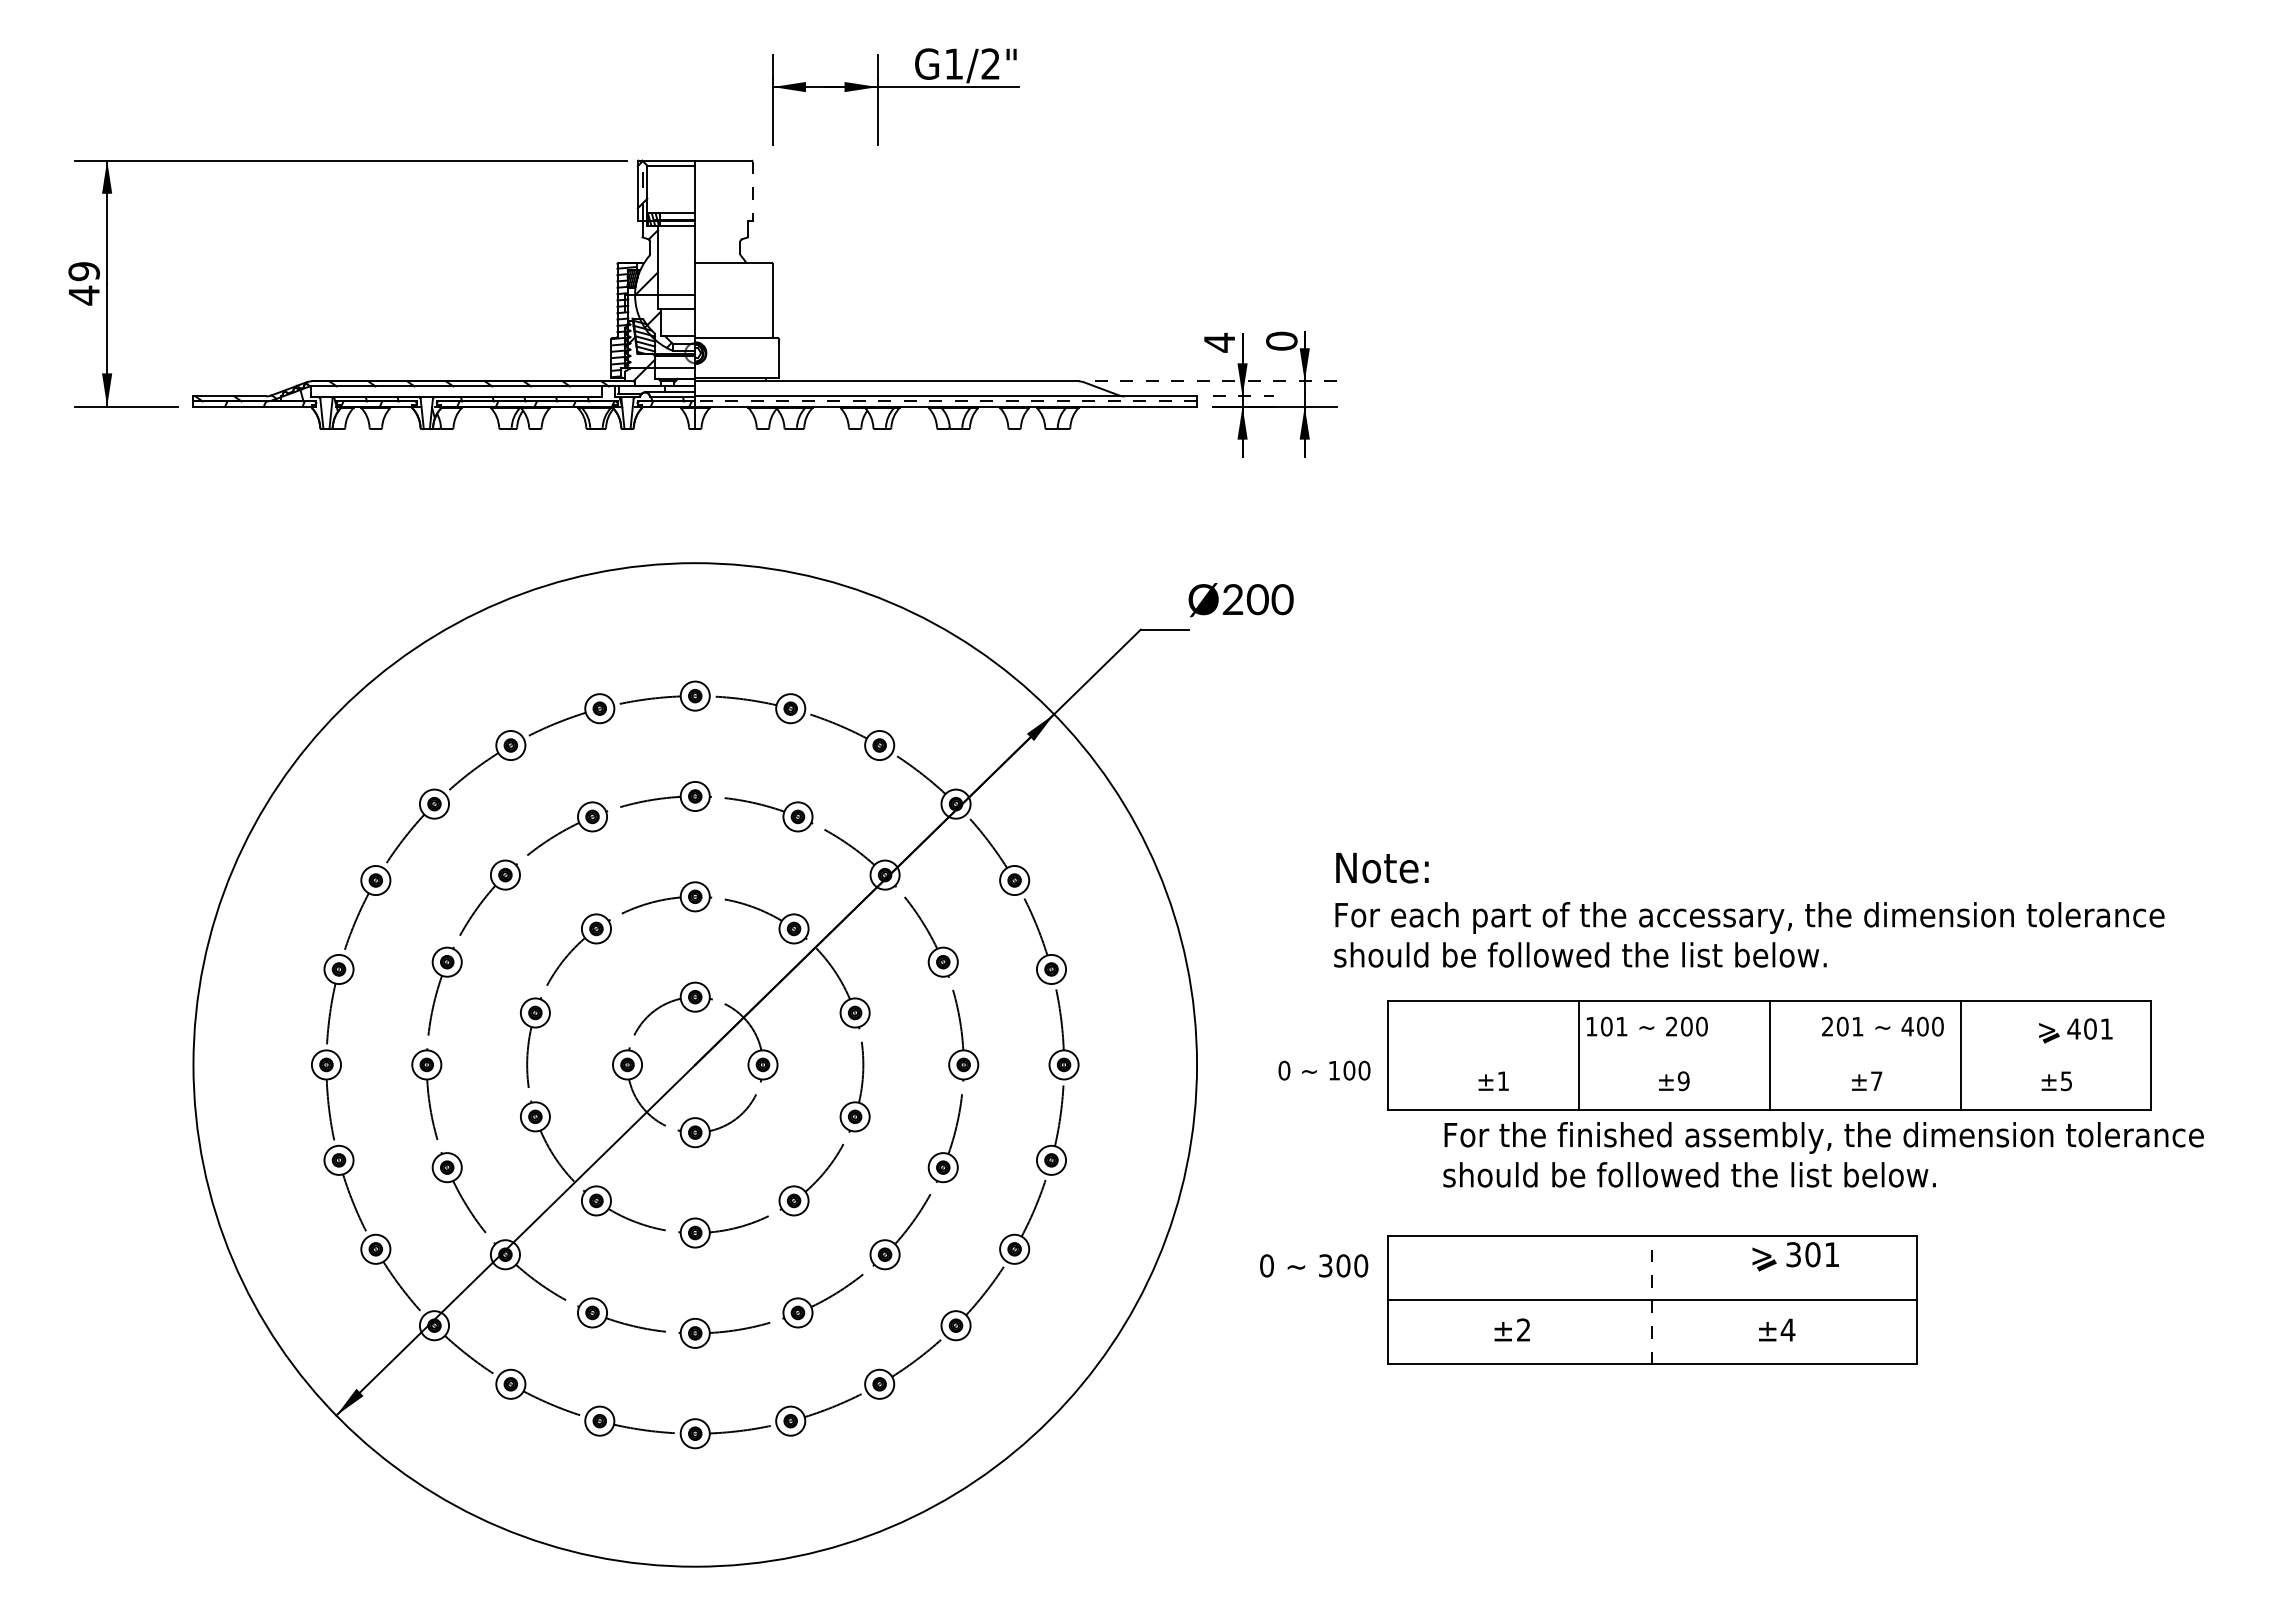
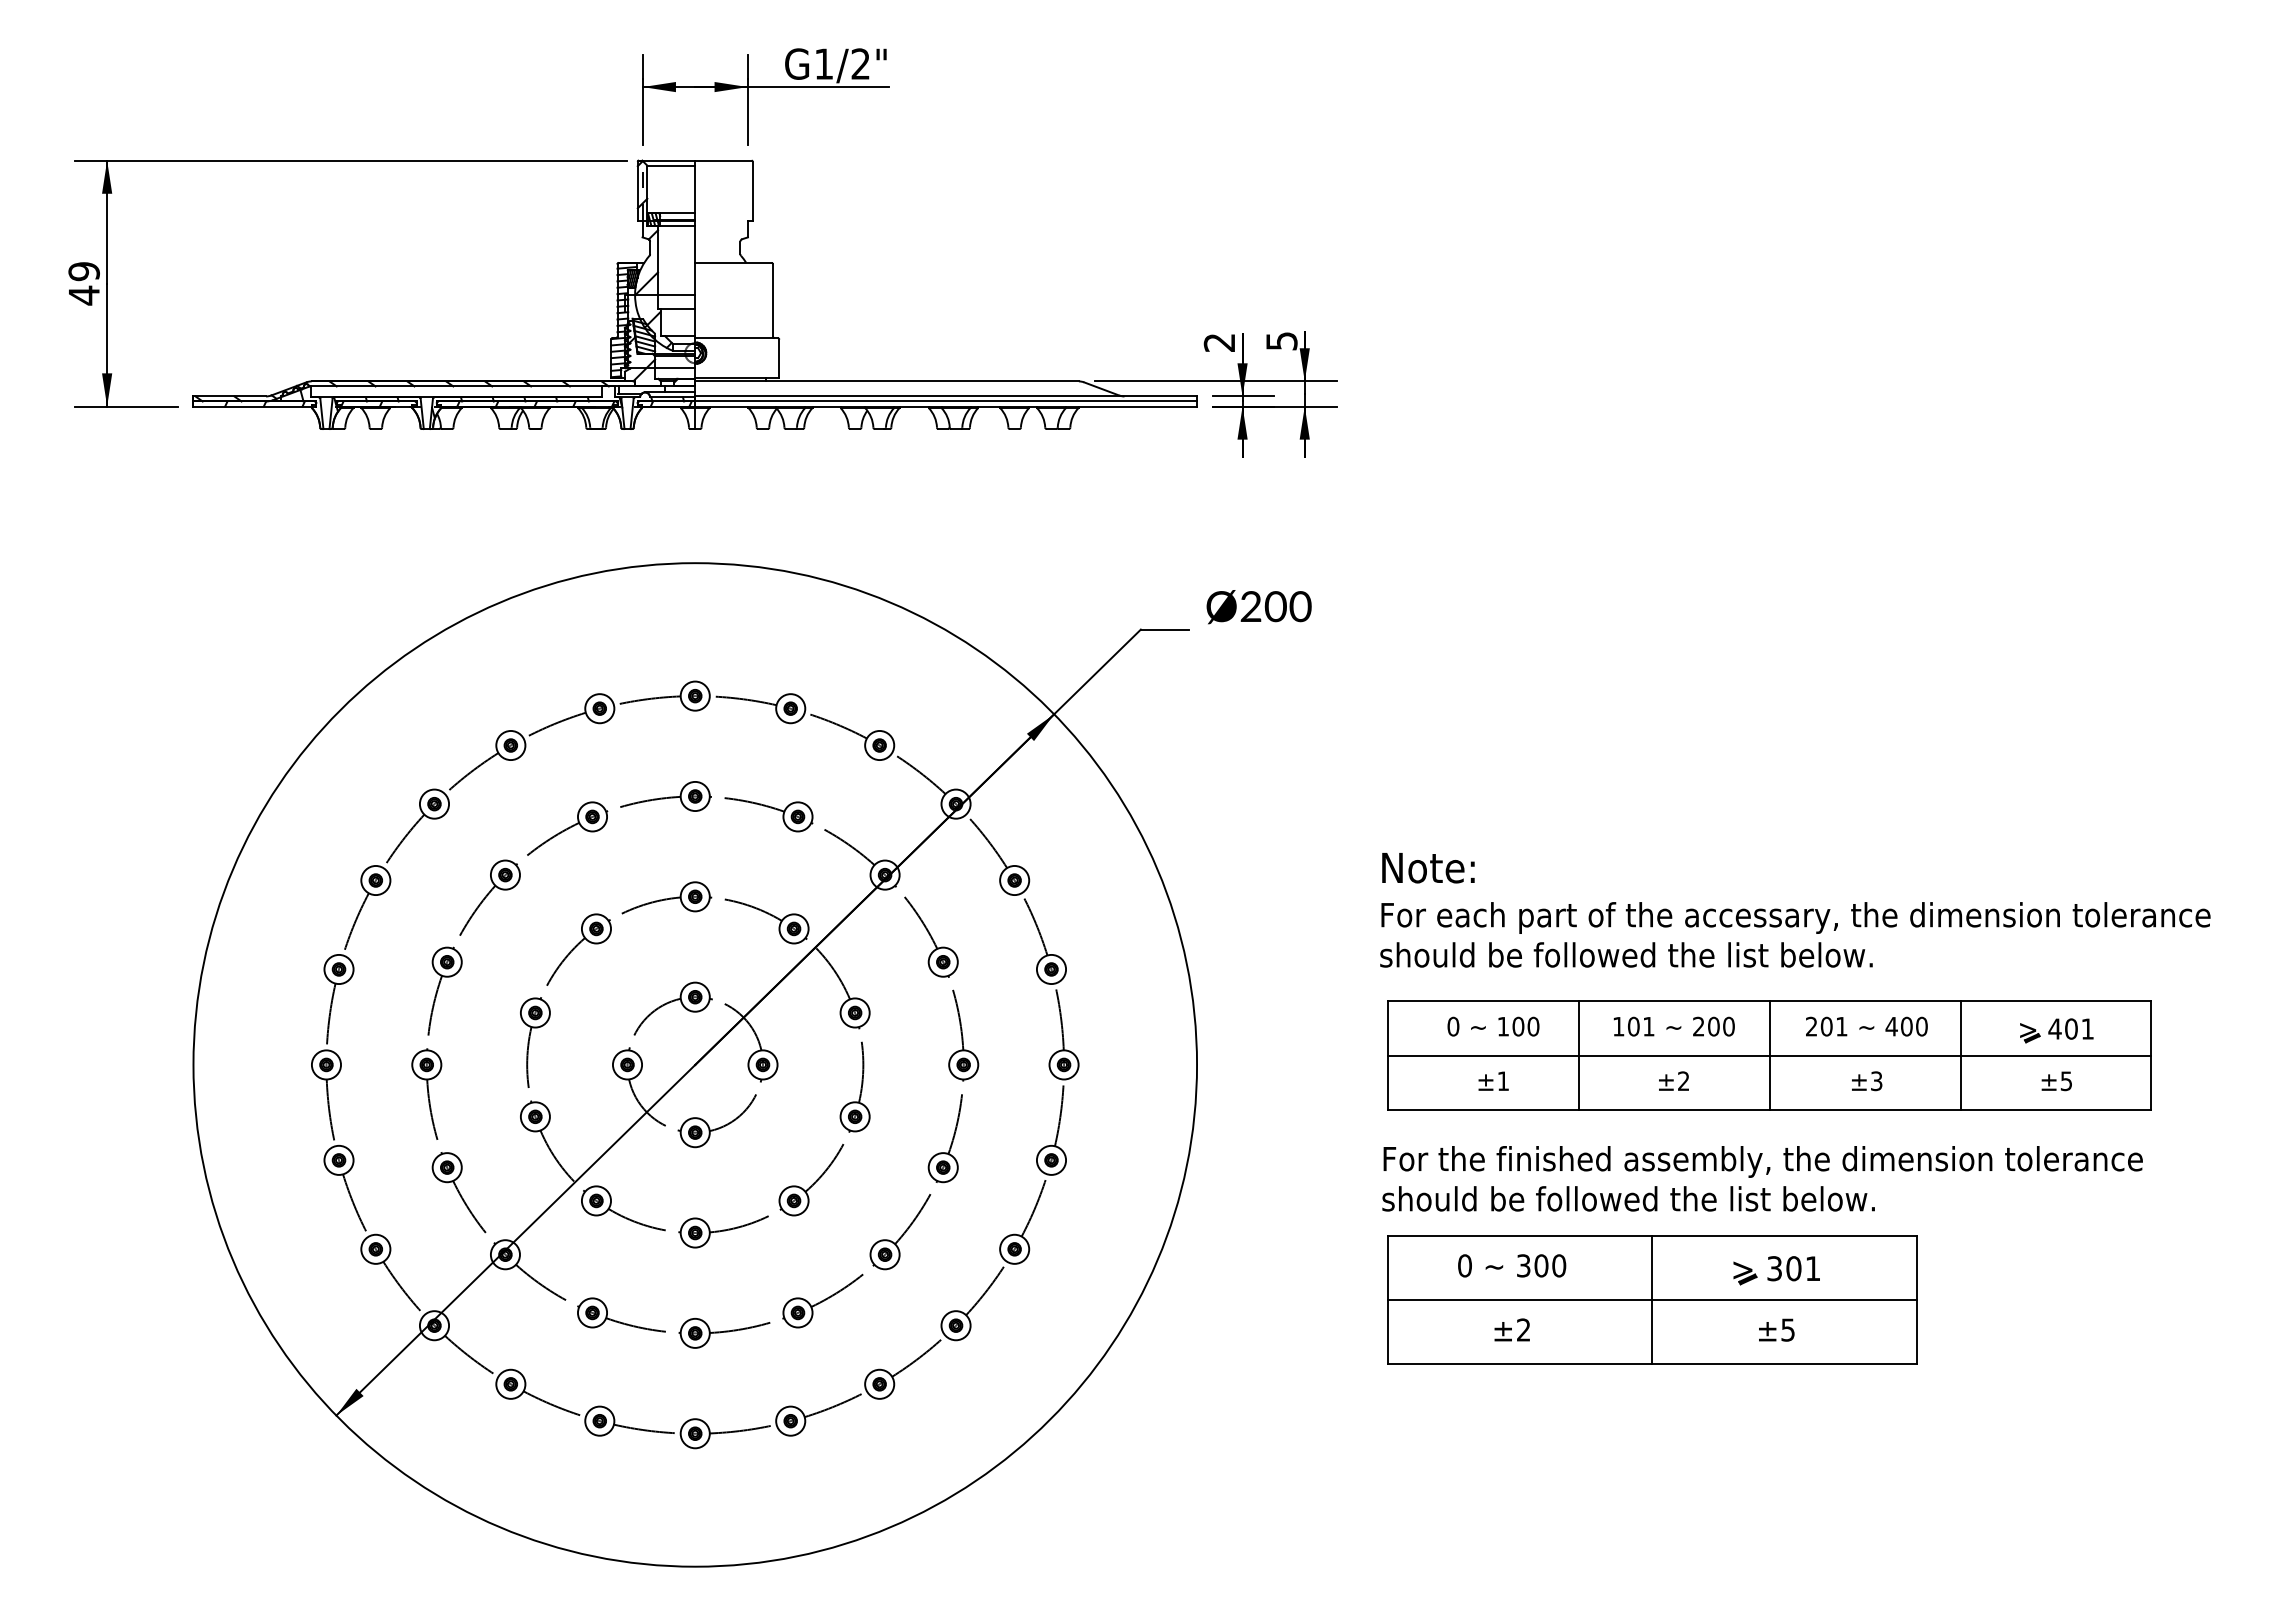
part at (895, 87) position: (895, 87) -> (765, 87)
line at (752, 191): dashed -> solid
text at (1281, 340): 0 -> 5
text at (1218, 342): 4 -> 2
line at (1215, 381): dashed -> solid
line at (1243, 396): dashed -> solid
line at (917, 401): dashed -> solid
text at (1240, 600) position: (1240, 600) -> (1258, 607)
text at (1749, 910) position: (1749, 910) -> (1795, 910)
text at (1646, 1026) position: (1646, 1026) -> (1673, 1026)
text at (1882, 1026) position: (1882, 1026) -> (1866, 1026)
part at (2075, 1030) position: (2075, 1030) -> (2056, 1030)
line at (1769, 1055): none -> present
text at (1324, 1070) position: (1324, 1070) -> (1493, 1026)
text at (1683, 1081): ±9 -> ±2
text at (1876, 1081): ±7 -> ±3
text at (1823, 1154) position: (1823, 1154) -> (1762, 1178)
part at (1795, 1256) position: (1795, 1256) -> (1776, 1270)
text at (1314, 1265) position: (1314, 1265) -> (1512, 1265)
line at (1652, 1299): dashed -> solid
text at (1787, 1329): ±4 -> ±5
